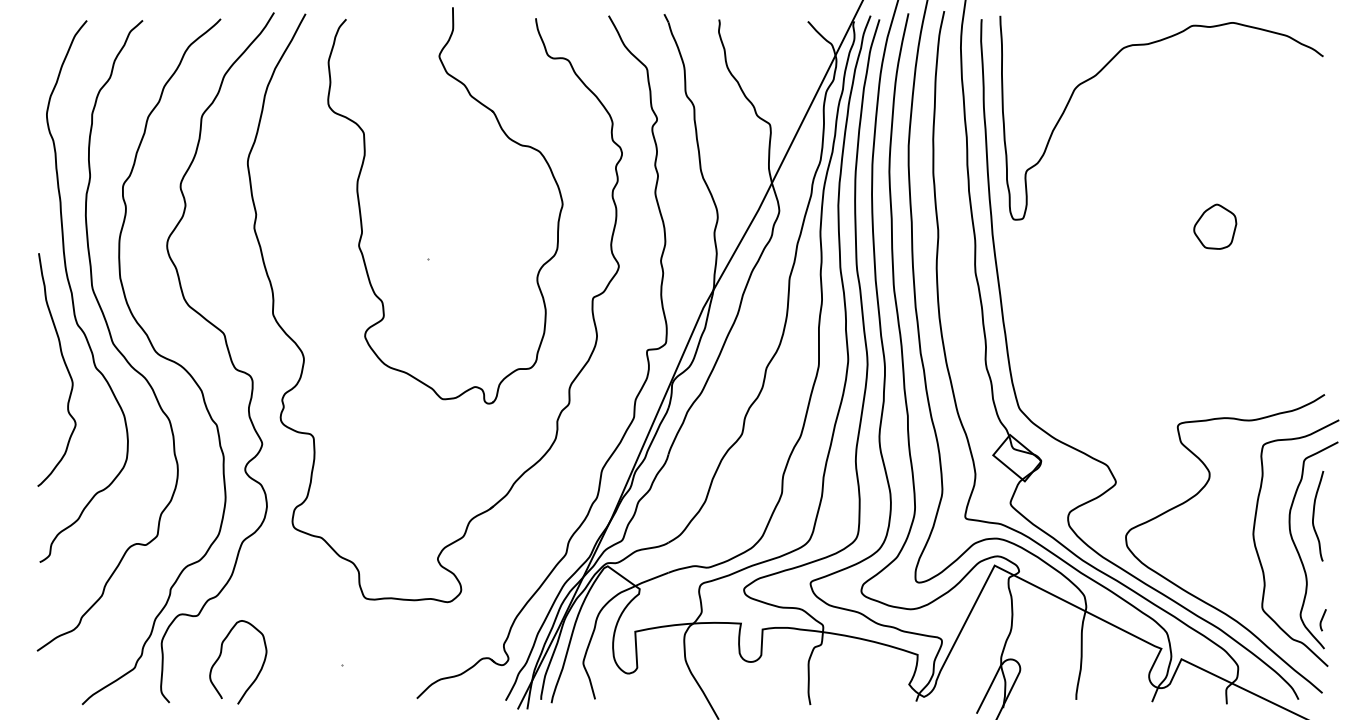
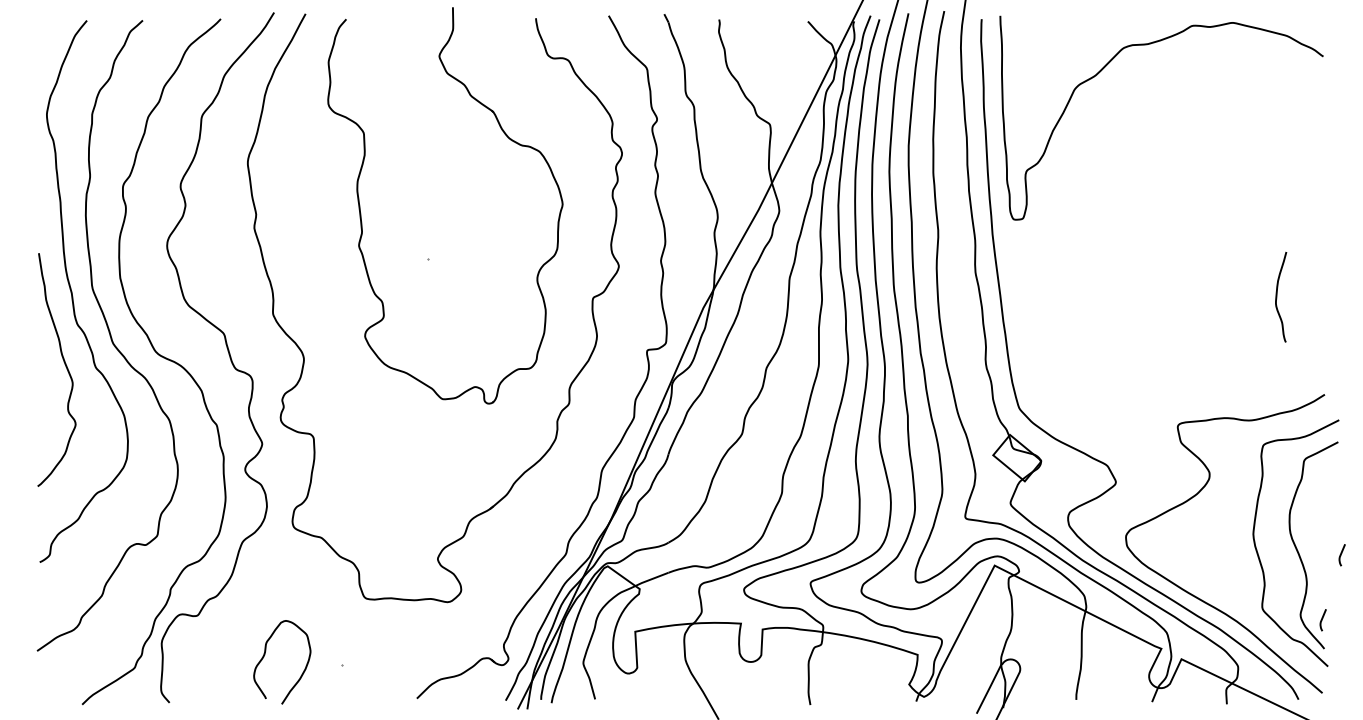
part at (1215, 226): present -> none
curve at (1314, 516) position: (1314, 516) -> (1277, 297)
curve at (1341, 555): none -> present
curve at (220, 657) position: (220, 657) -> (264, 657)
